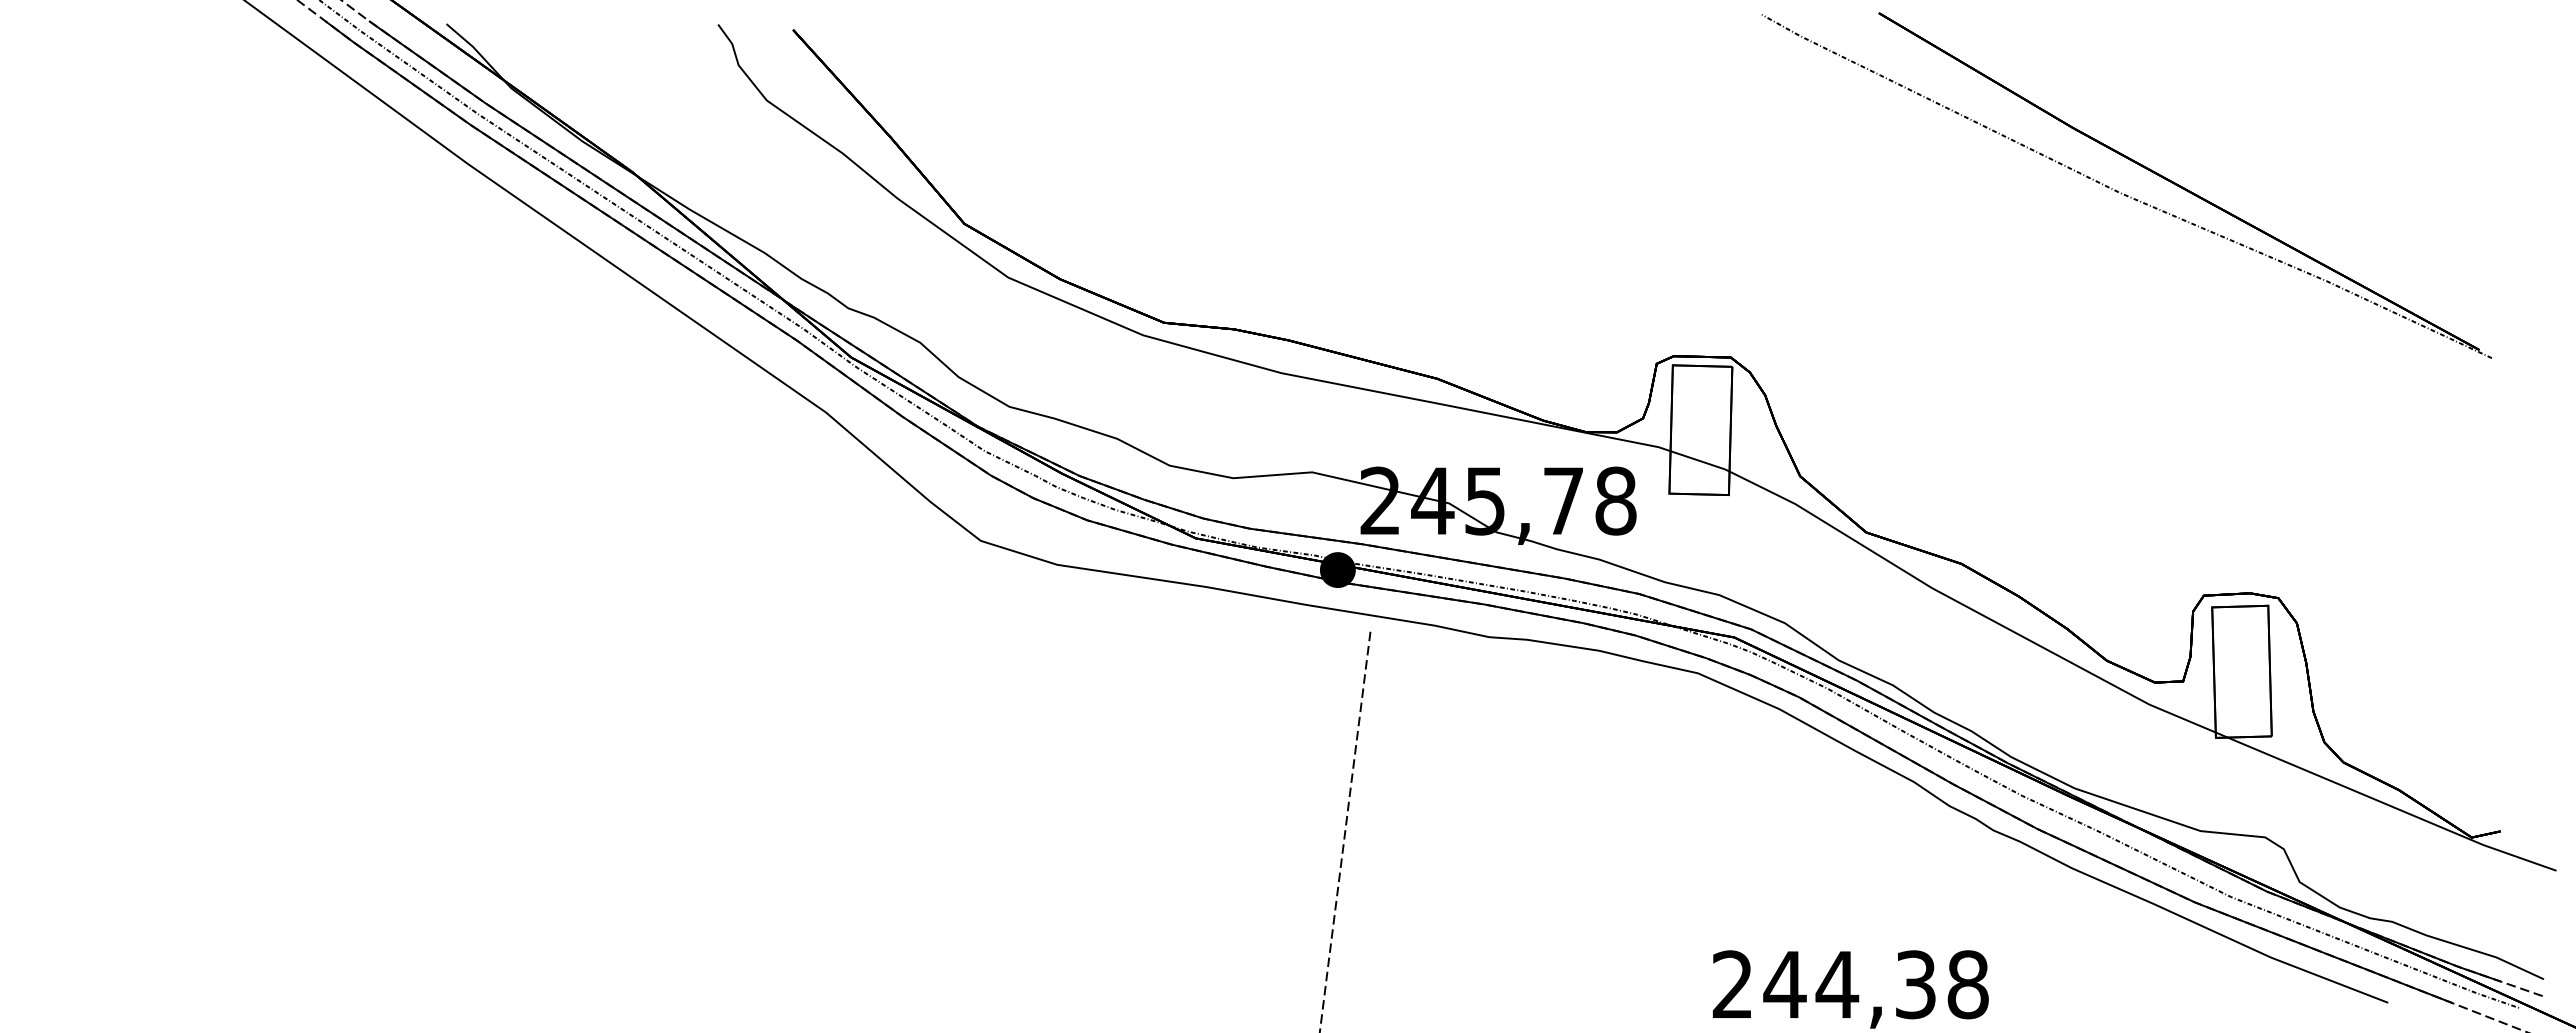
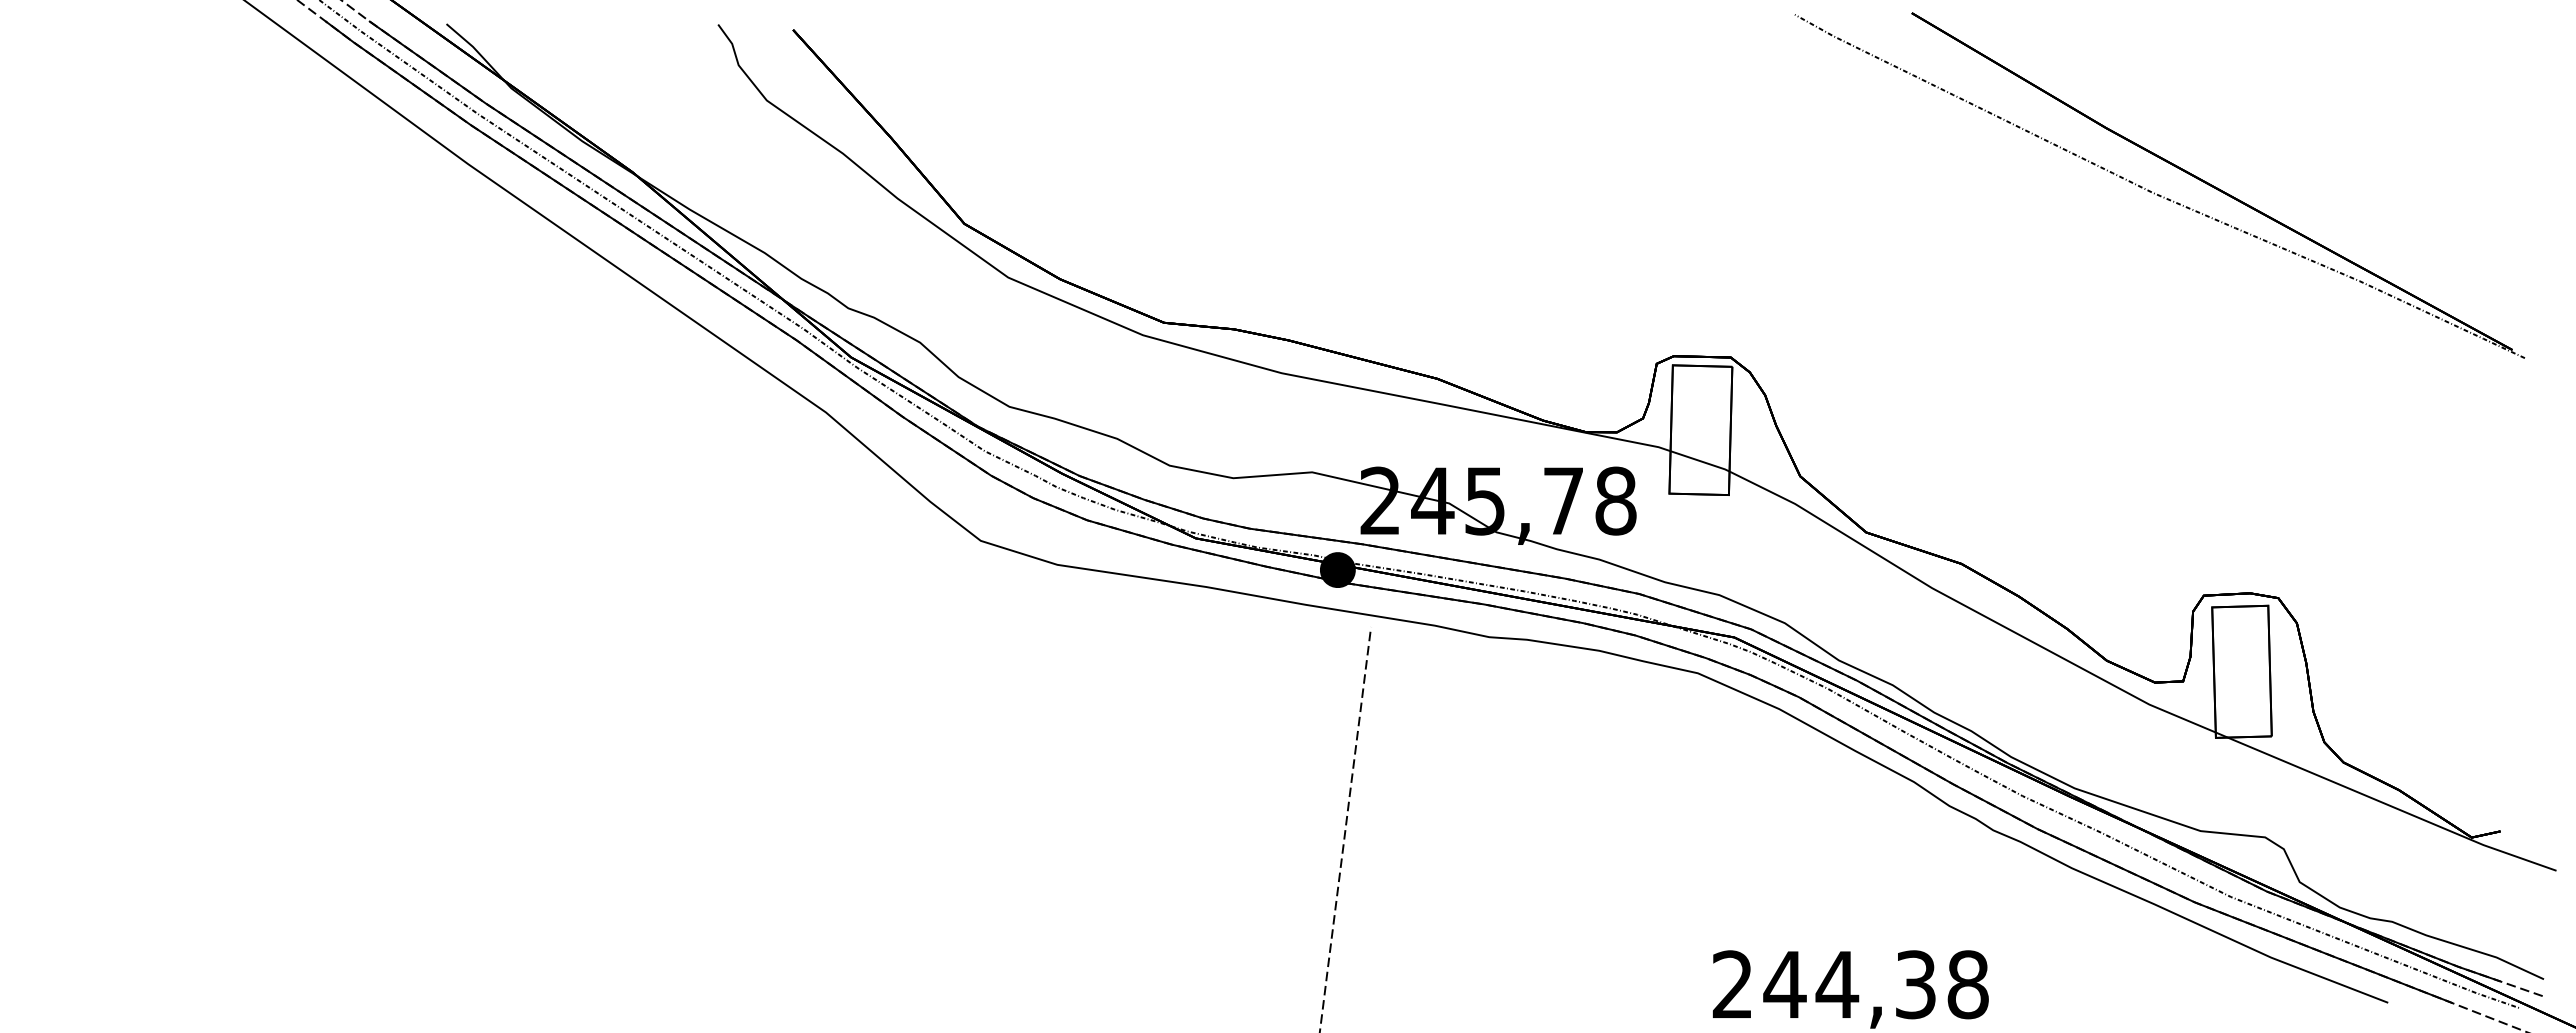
part at (2121, 192) position: (2121, 192) -> (2154, 192)
